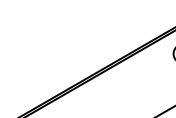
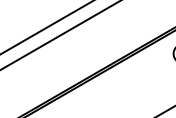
line at (46, 27): none -> present
line at (59, 35): none -> present
